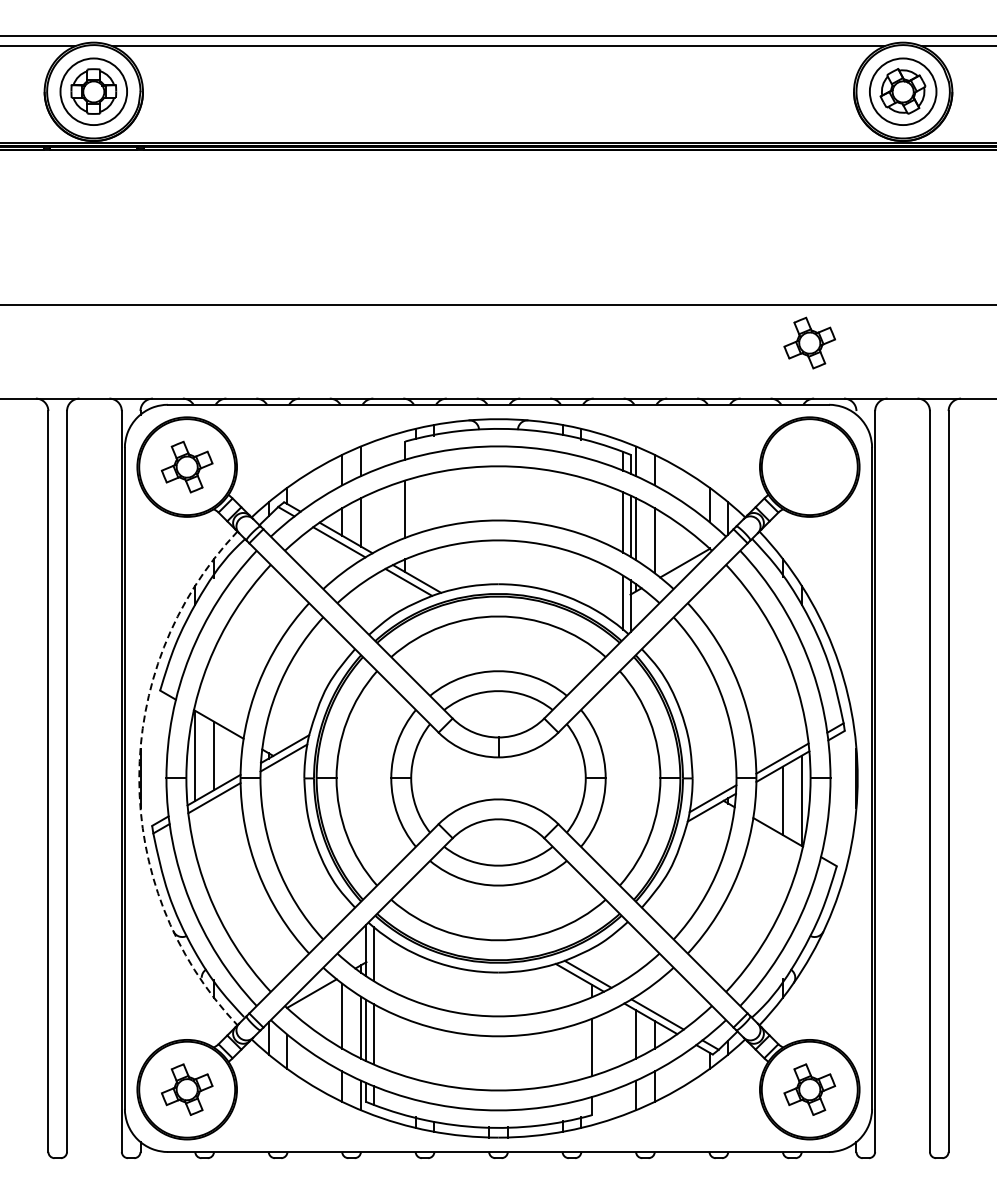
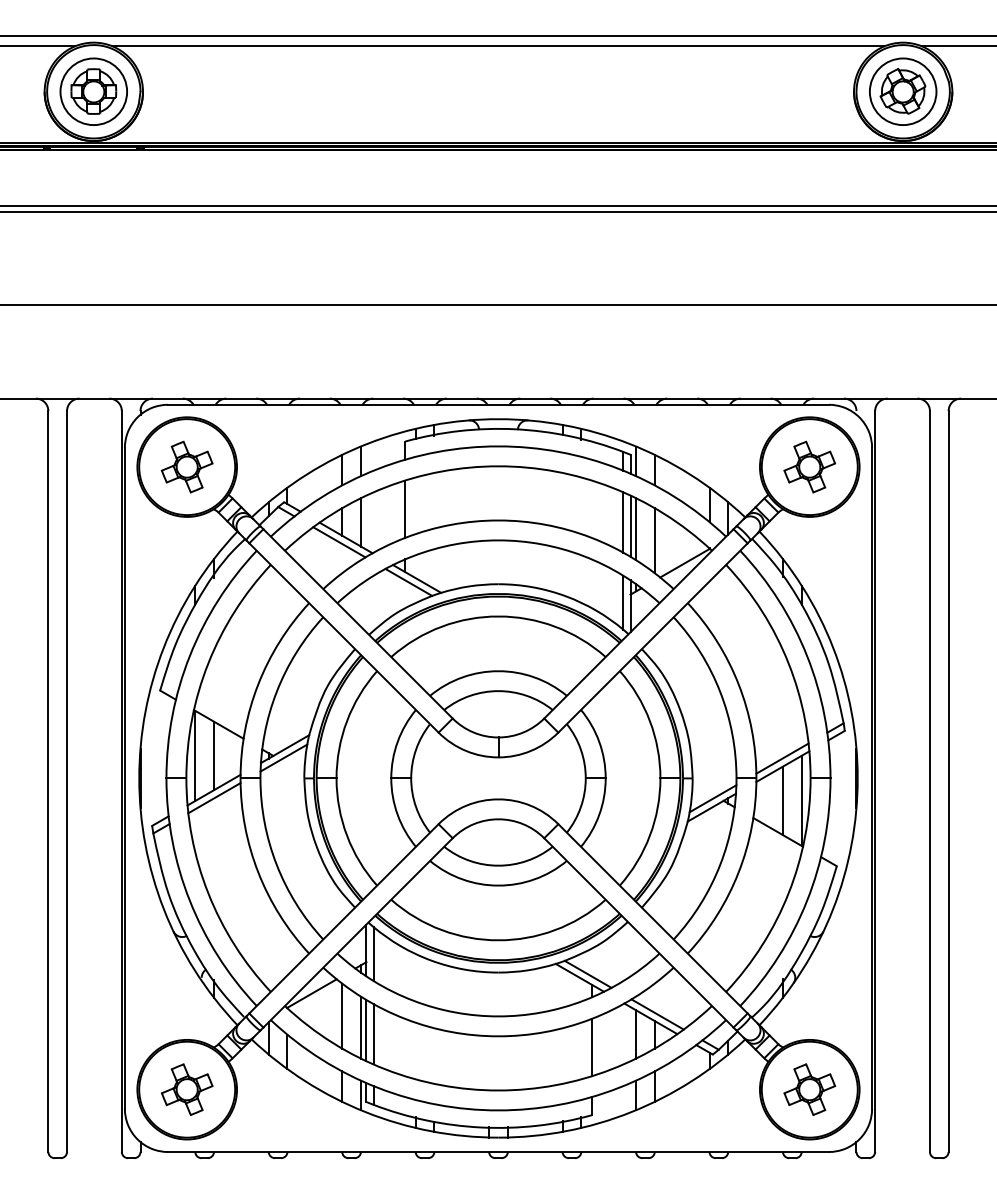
line at (497, 205): none -> present
line at (497, 211): none -> present
part at (809, 342) position: (809, 342) -> (809, 466)
arc at (139, 778): dashed -> solid
